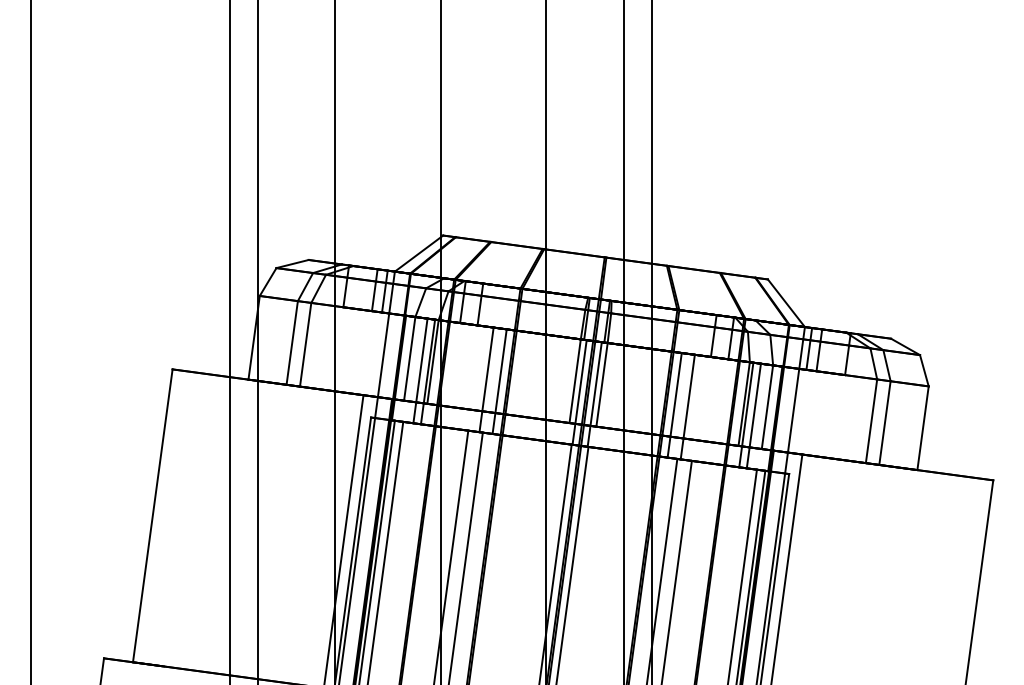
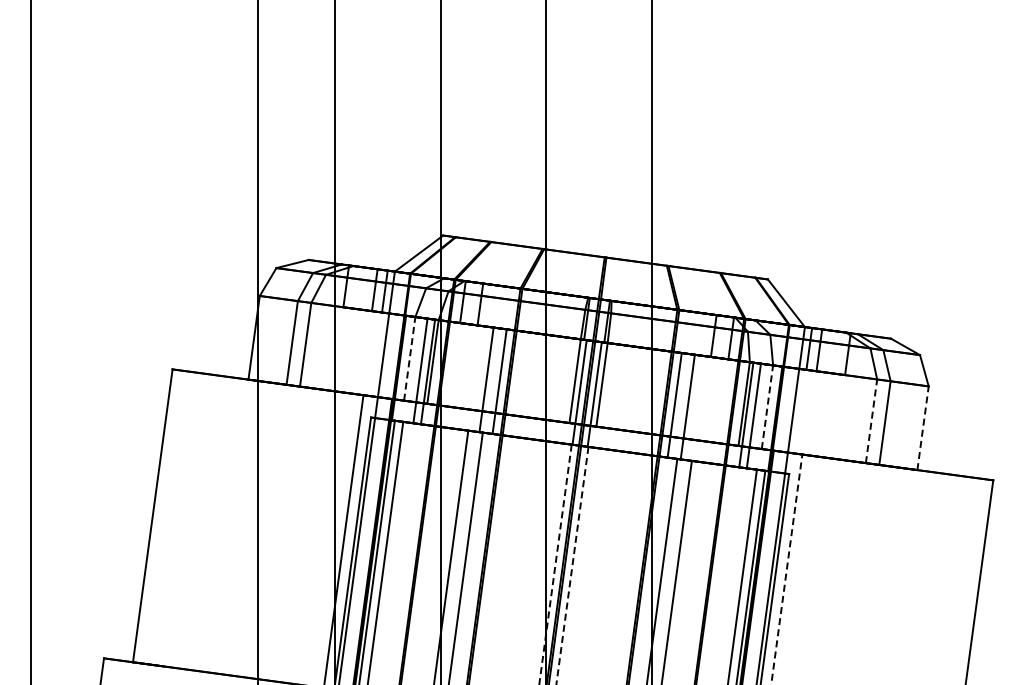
line at (229, 341): present -> none
line at (623, 341): present -> none
line at (409, 358): solid -> dashed
line at (767, 406): solid -> dashed
line at (871, 420): solid -> dashed
line at (923, 427): solid -> dashed
line at (555, 565): solid -> dashed
line at (572, 565): solid -> dashed
line at (786, 569): solid -> dashed
